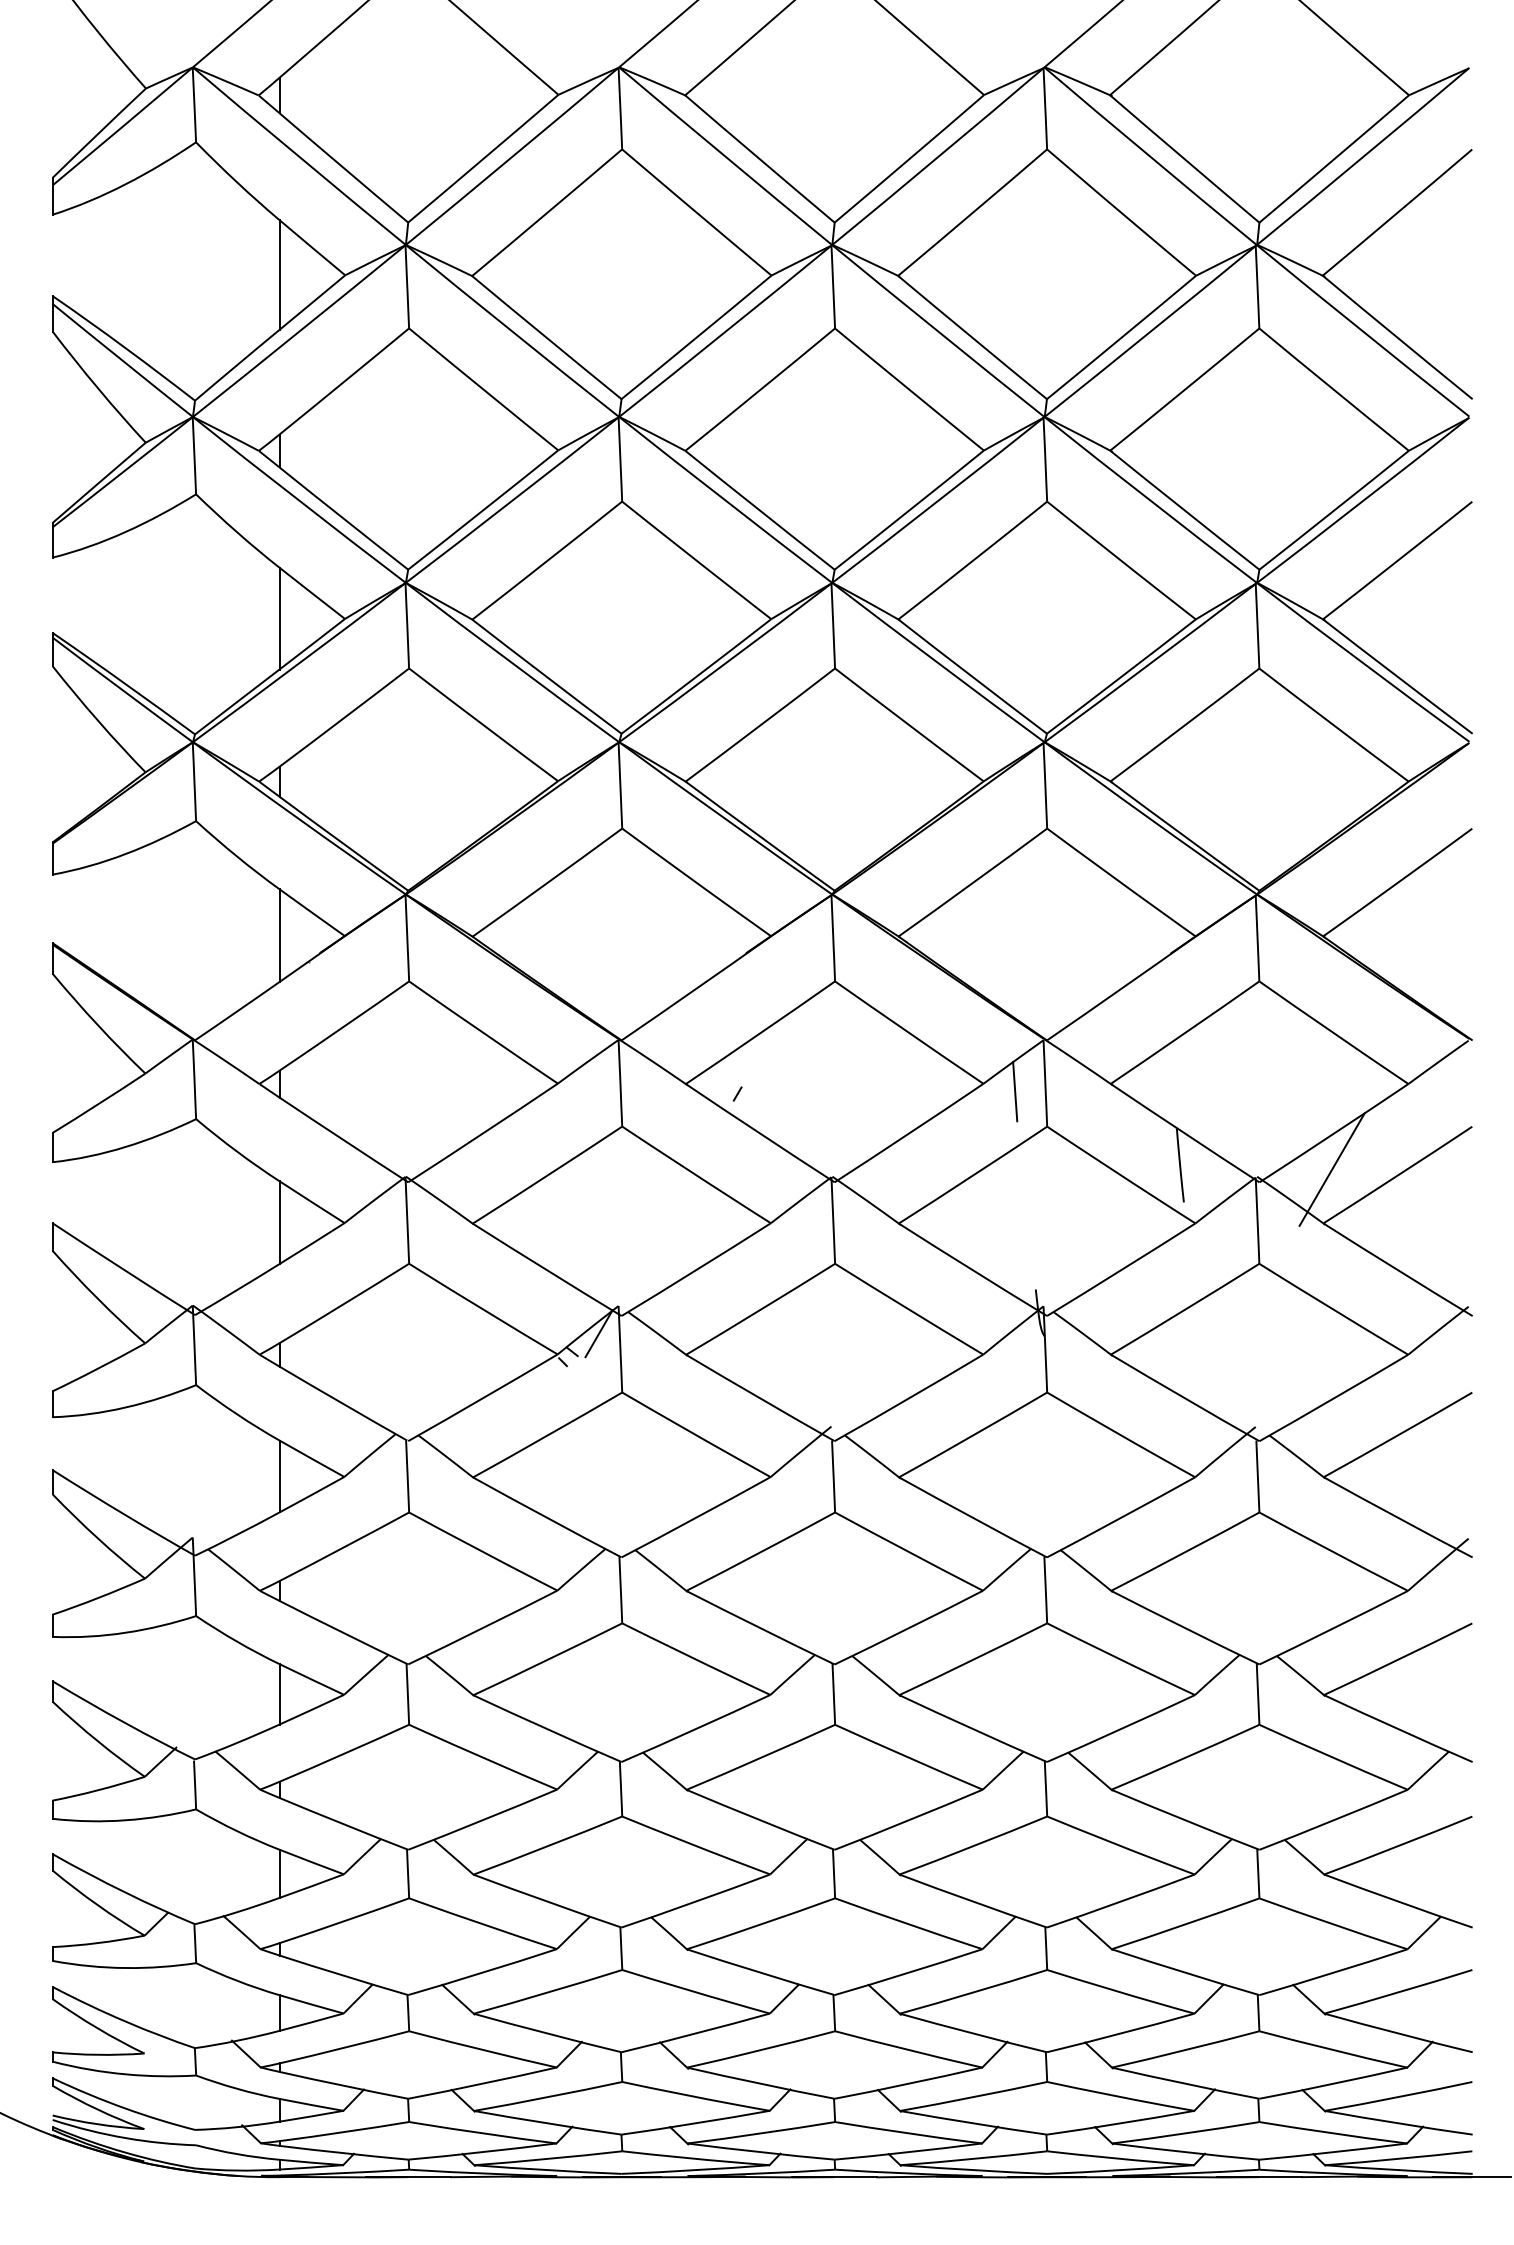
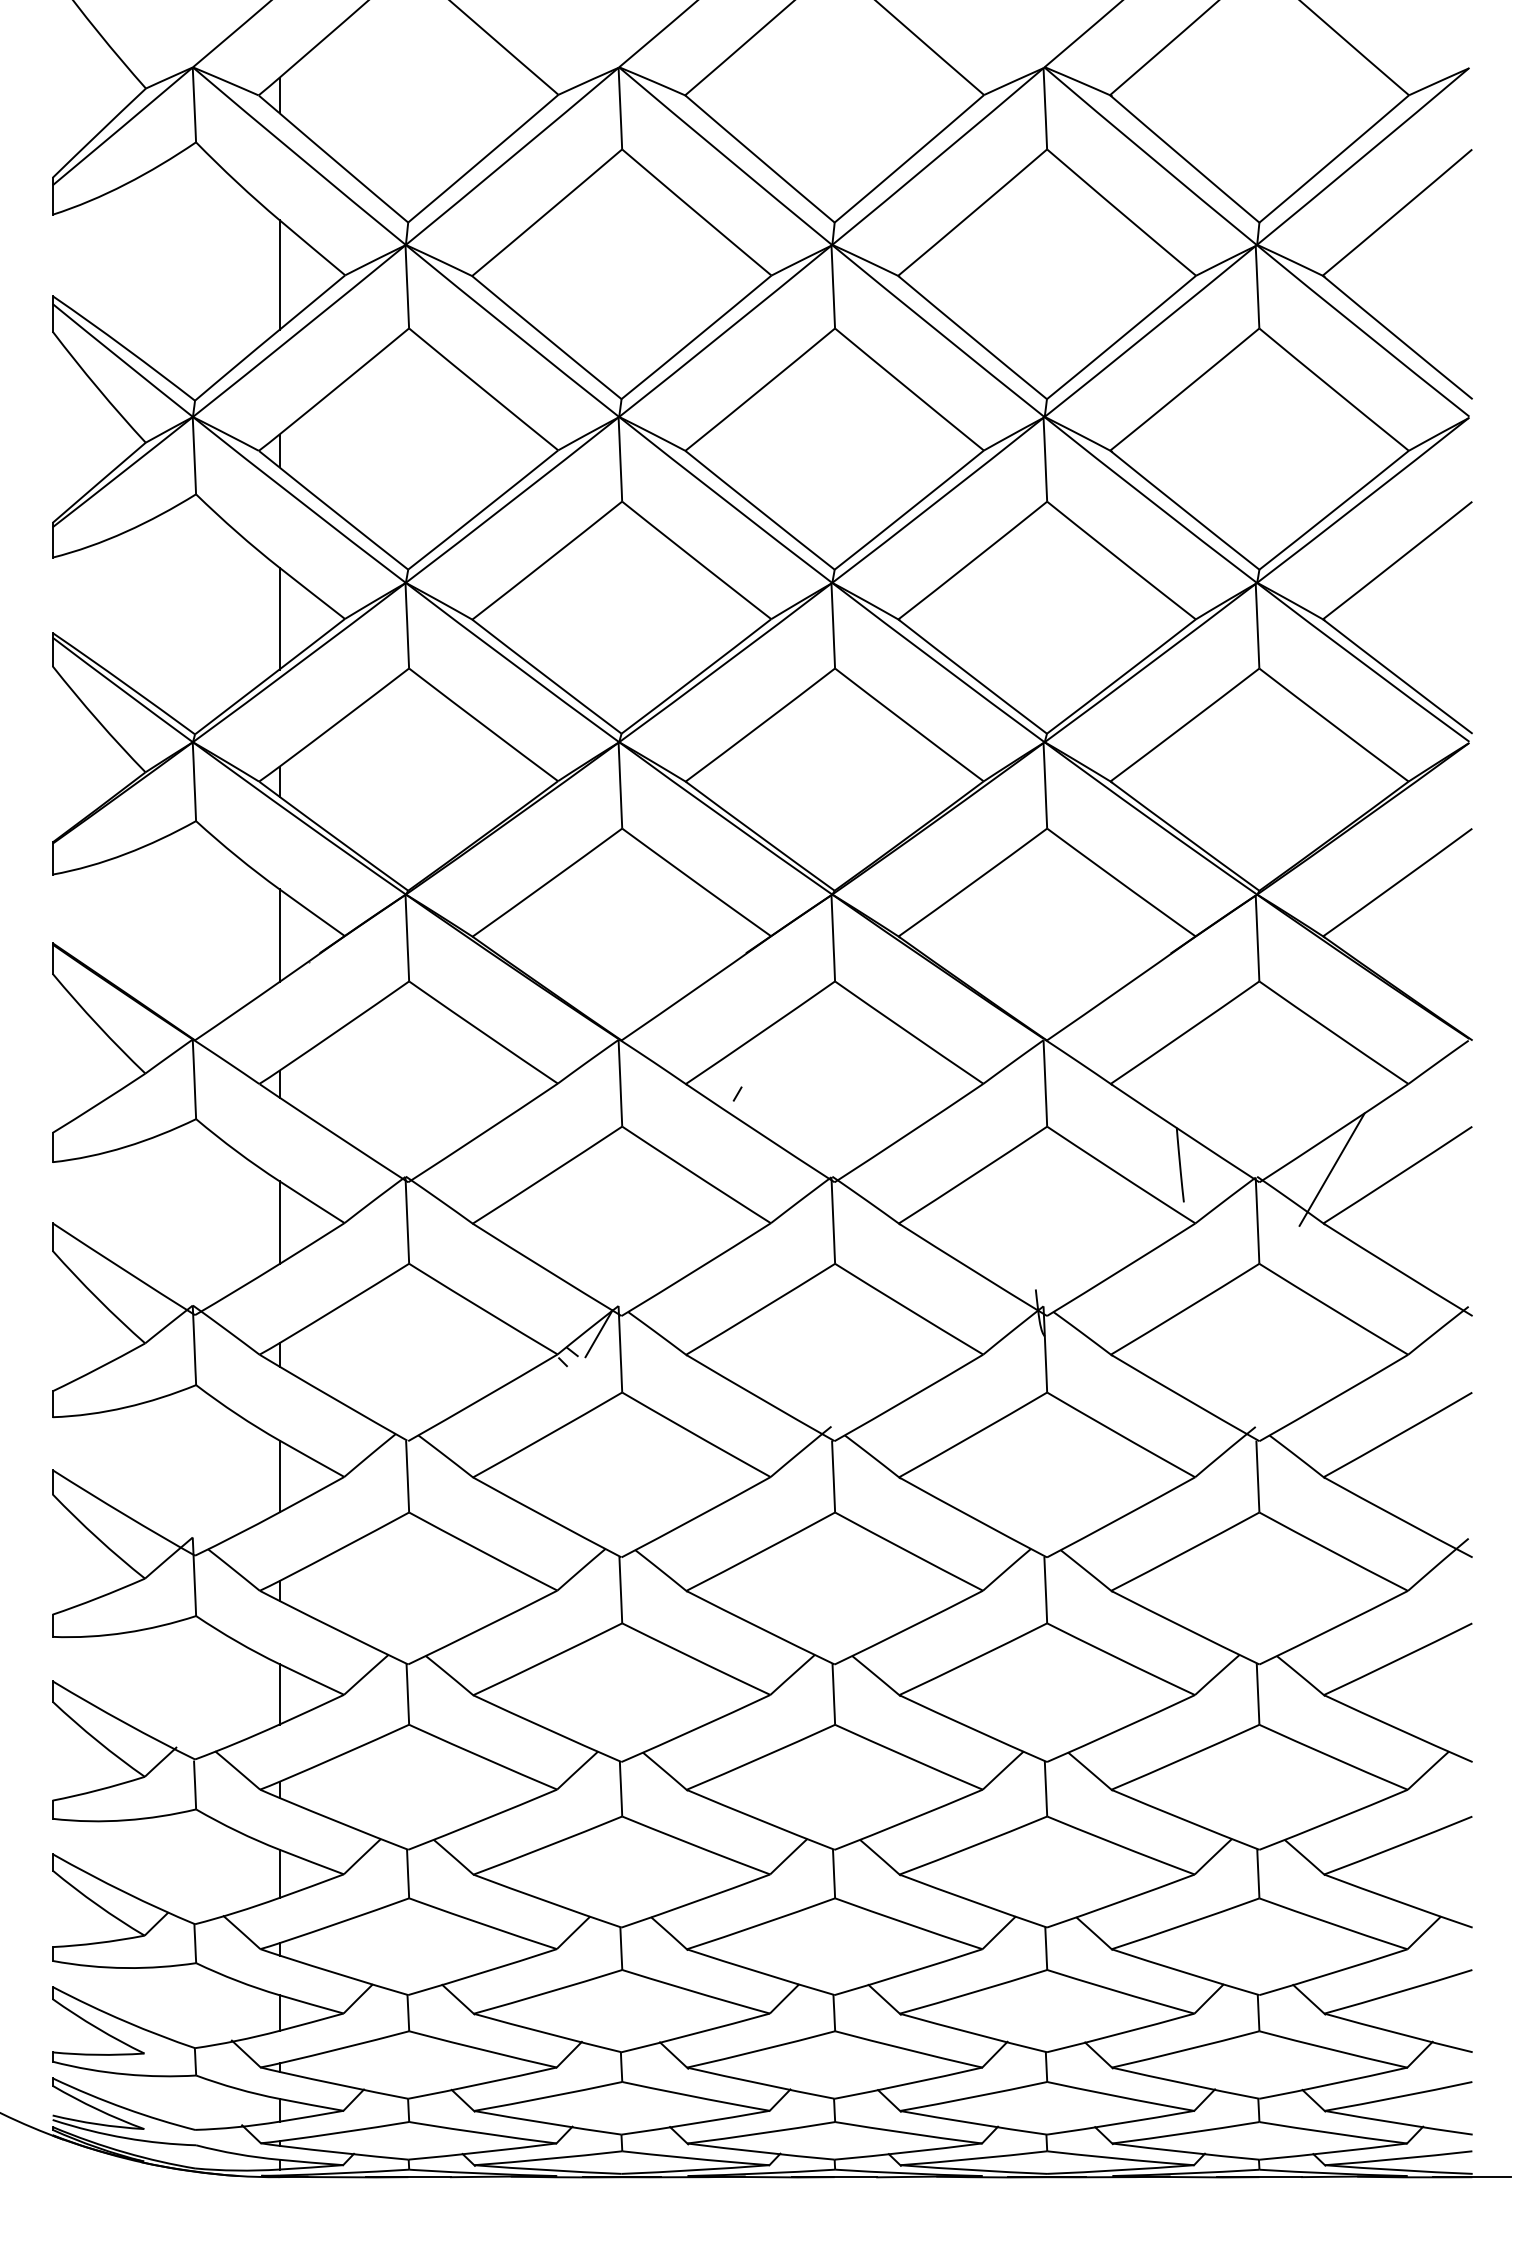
line at (1015, 1091): present -> none
